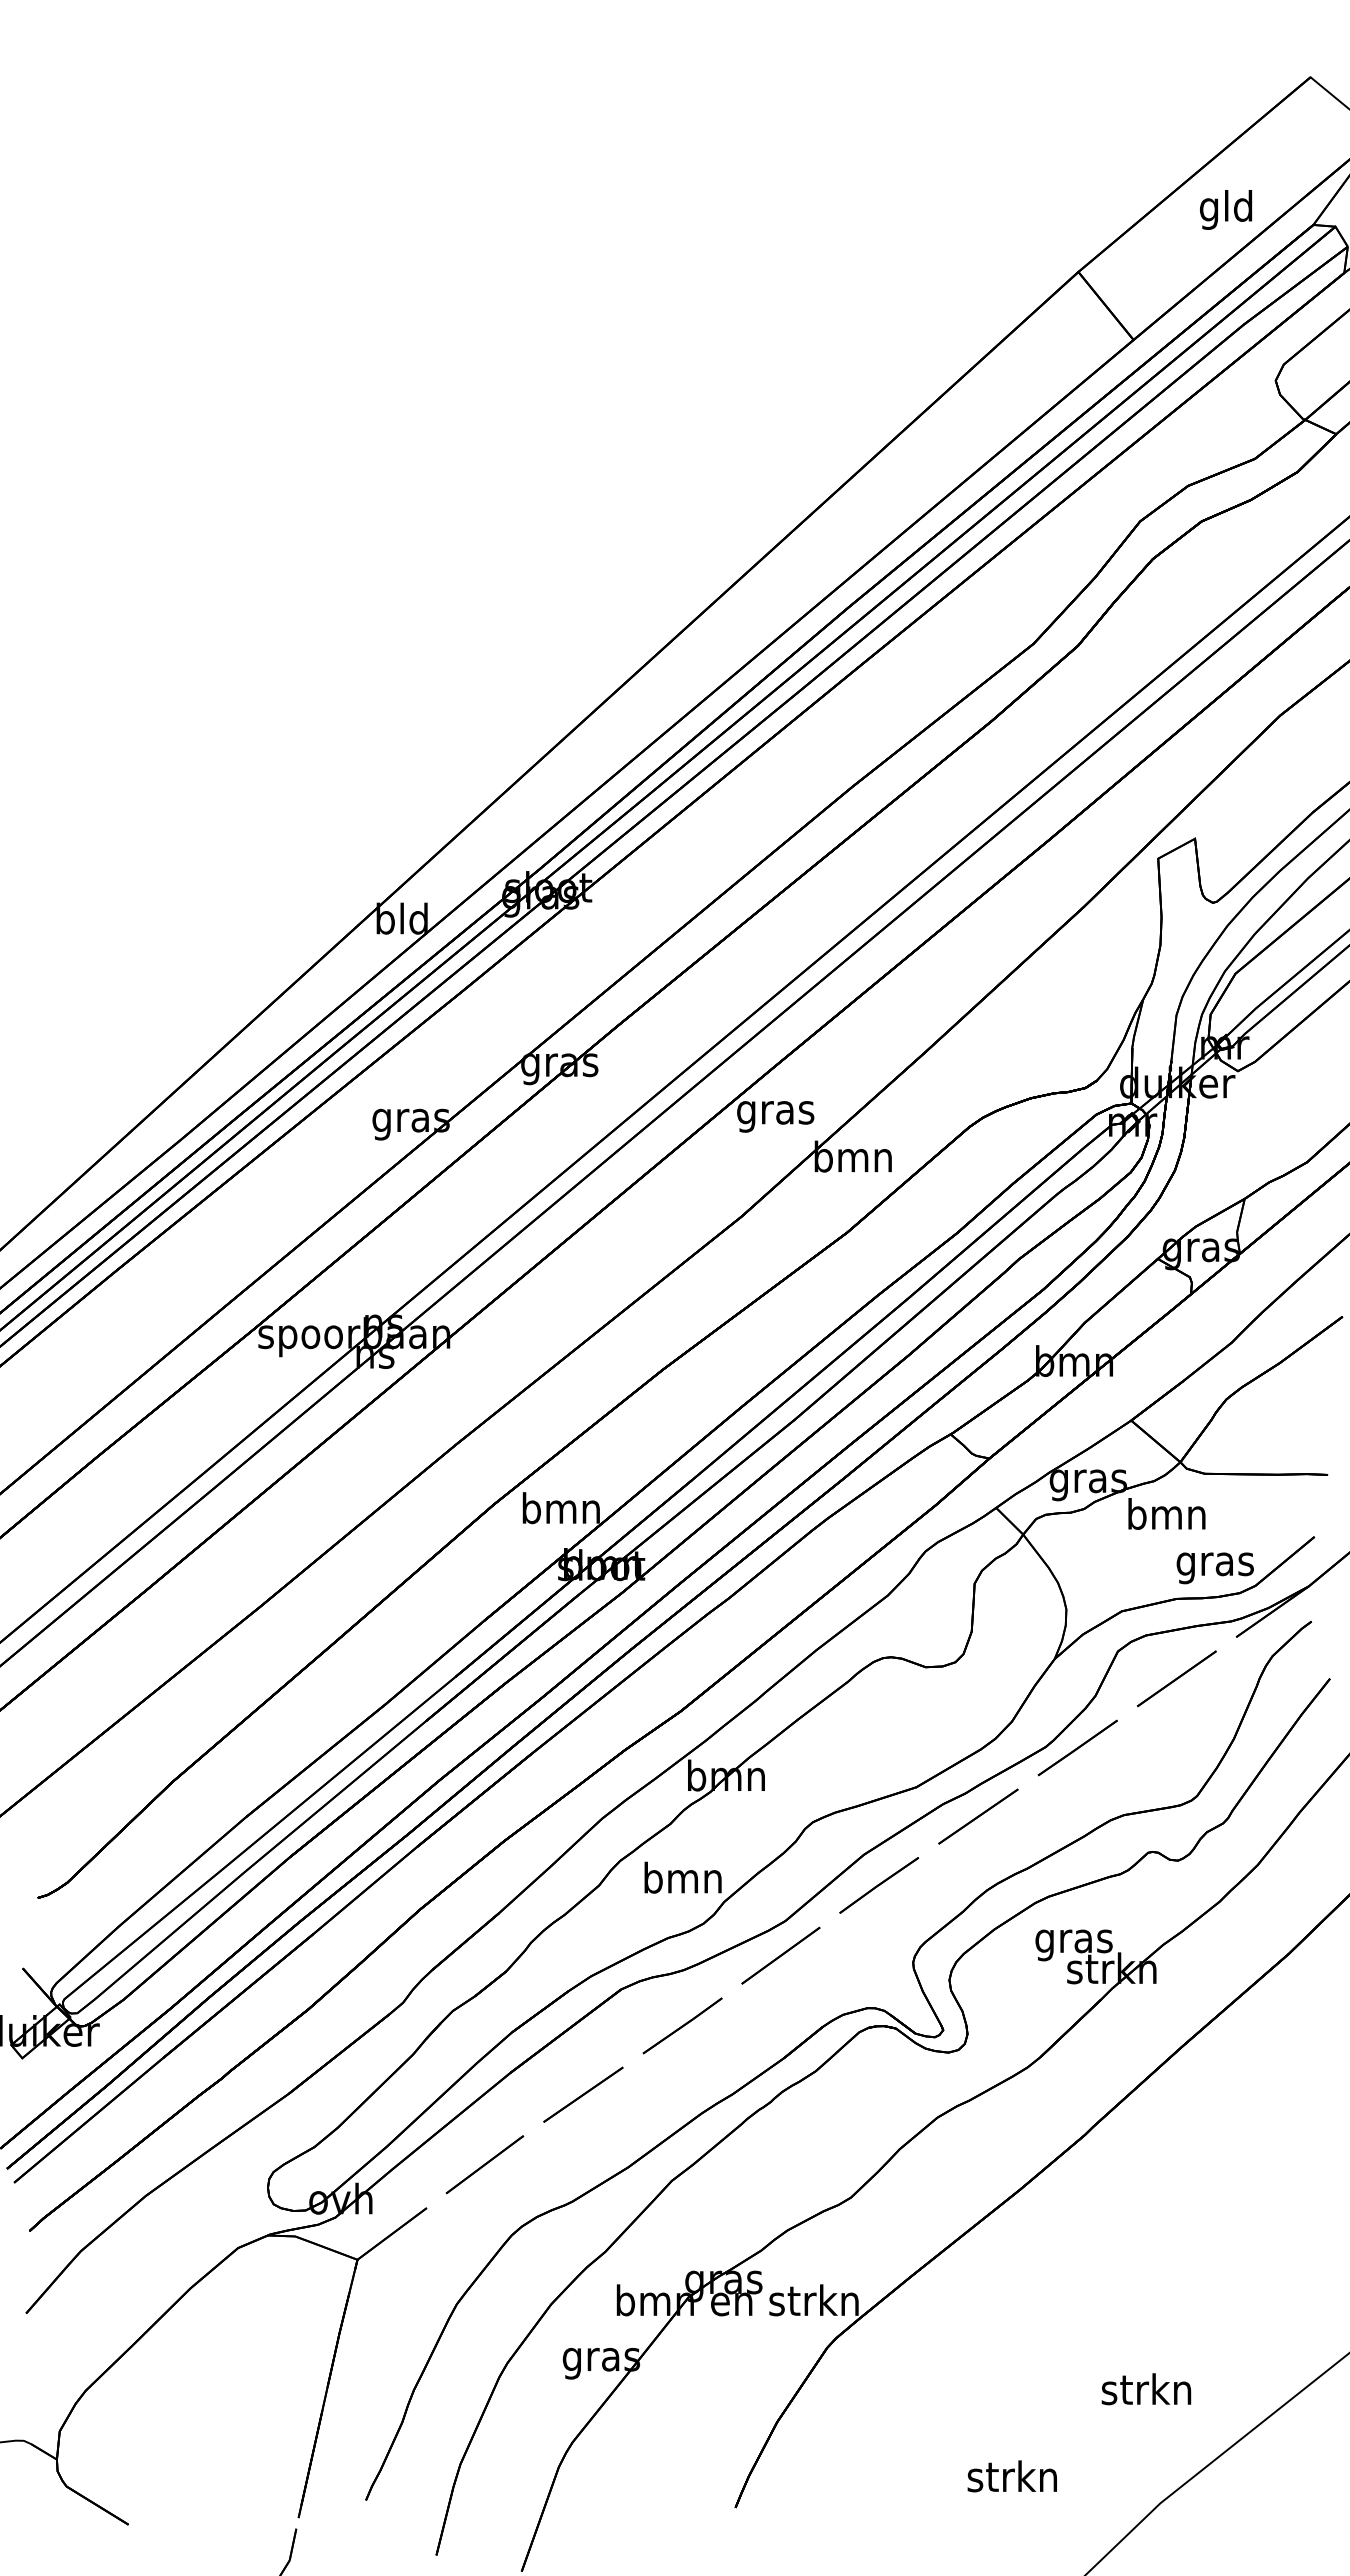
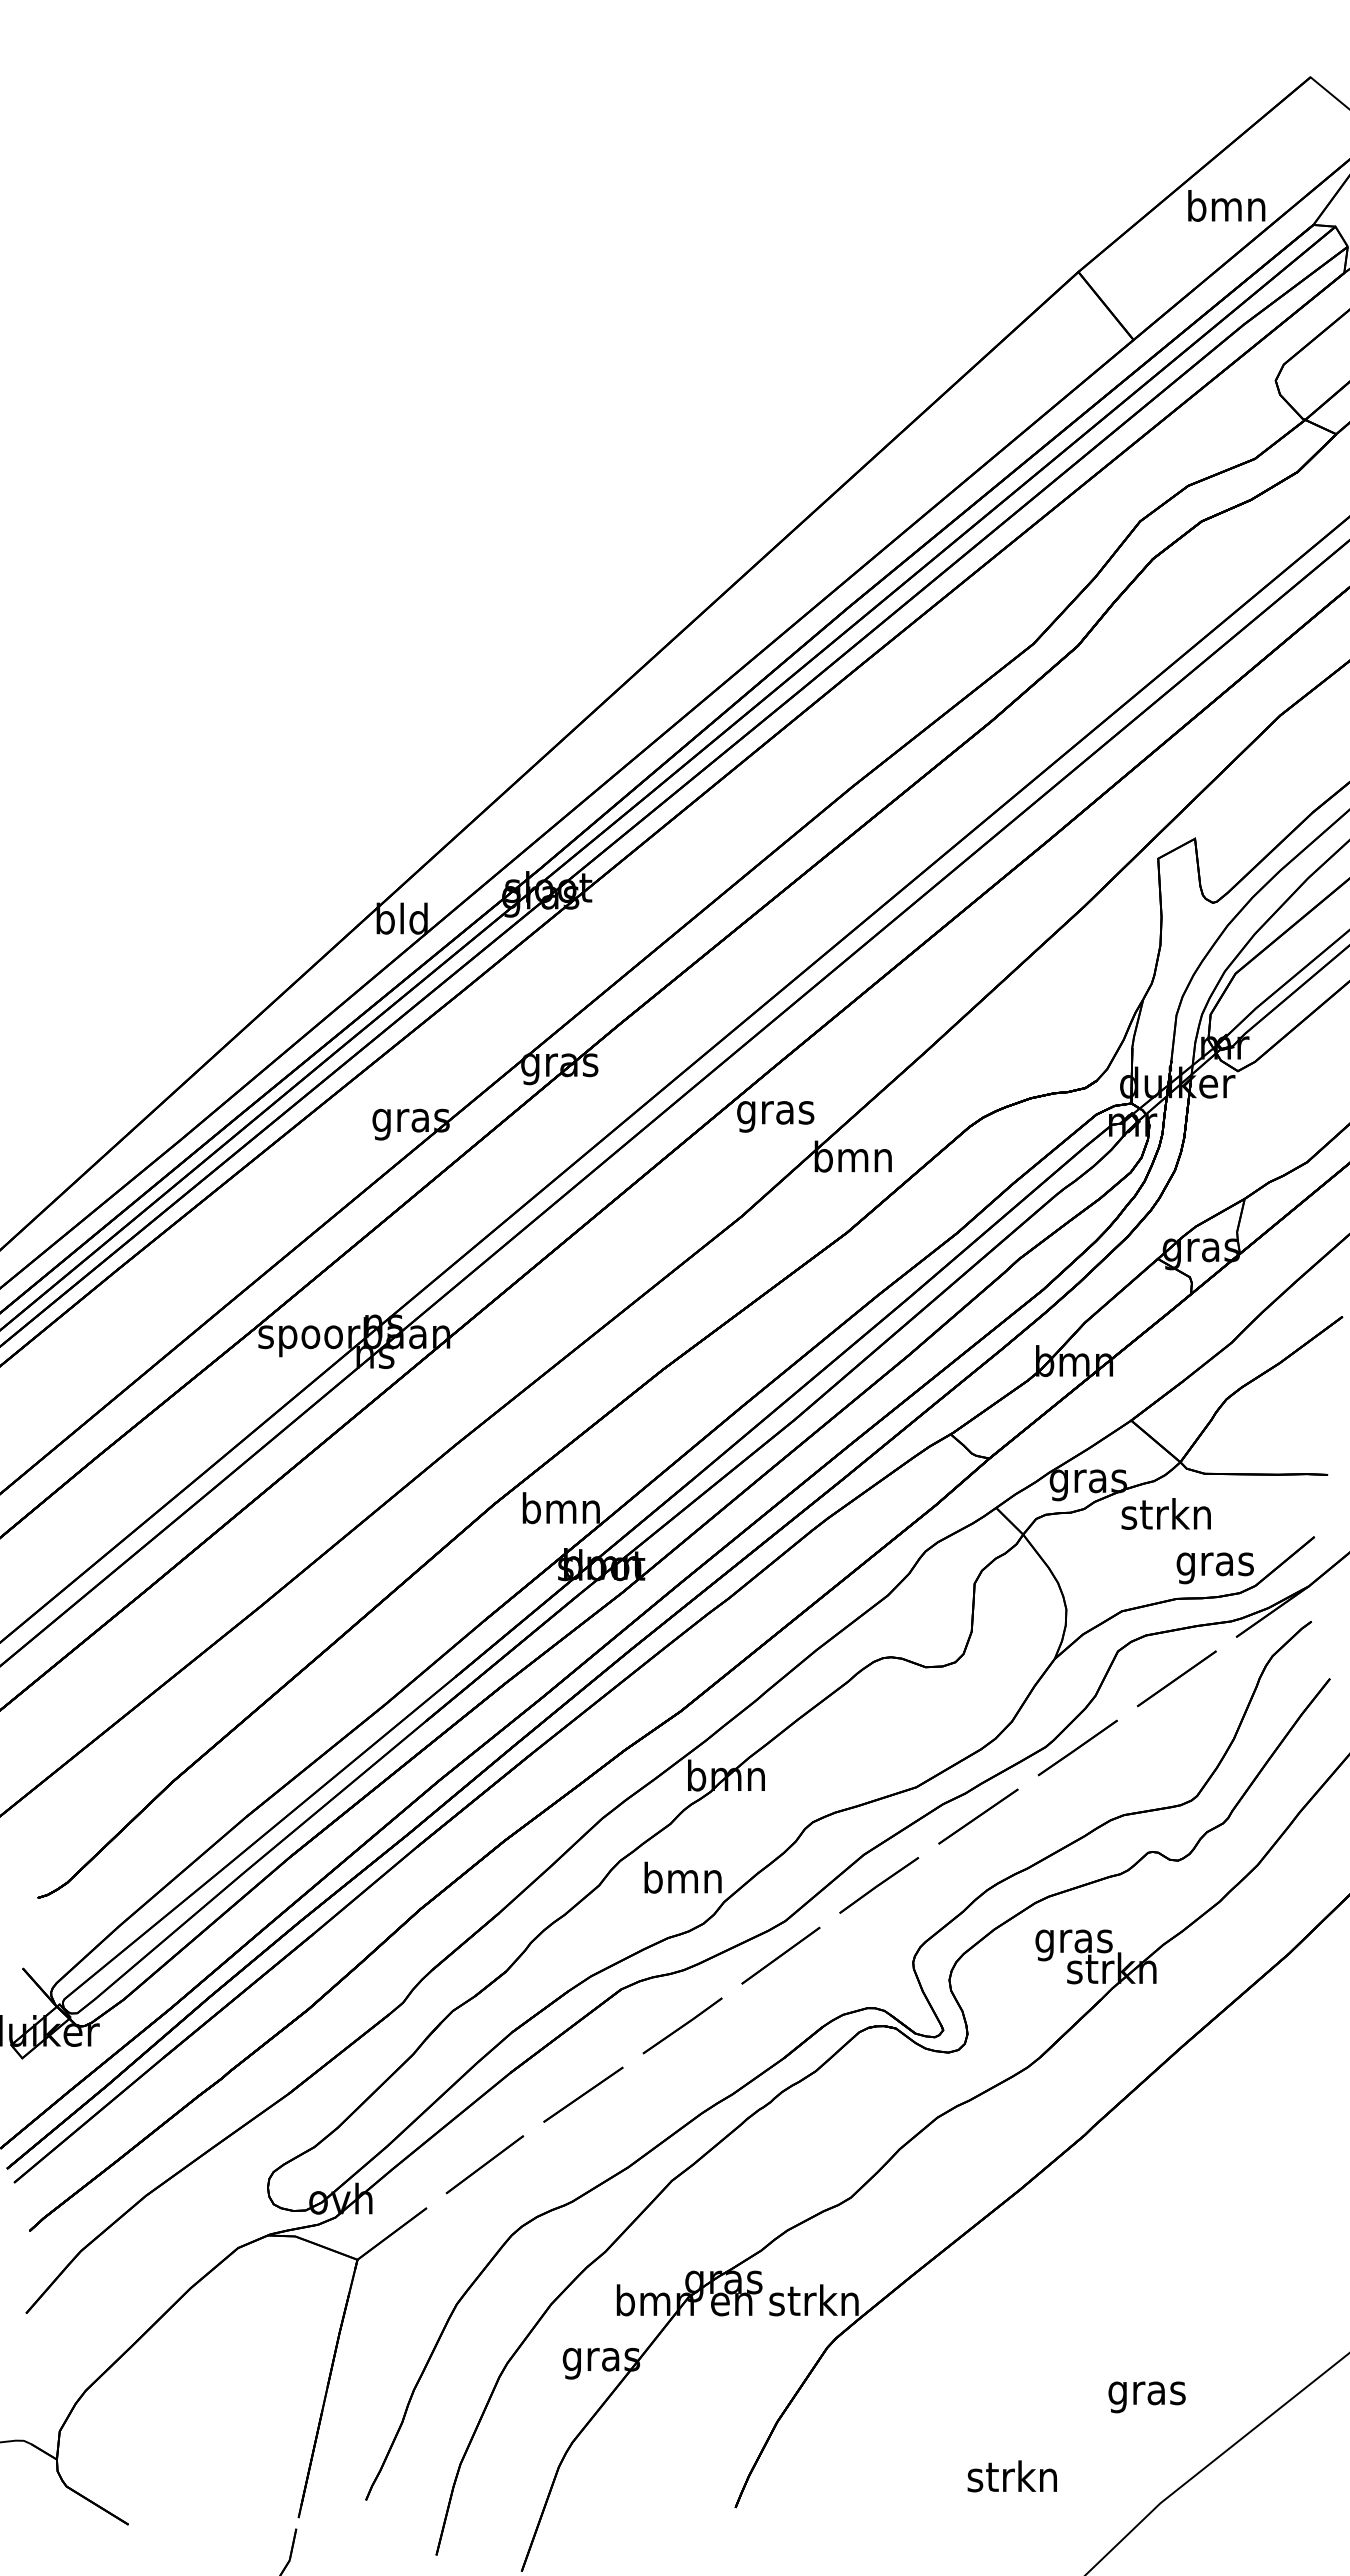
text at (1226, 209): gld -> bmn
text at (1165, 1513): bmn -> strkn
text at (1146, 2393): strkn -> gras
